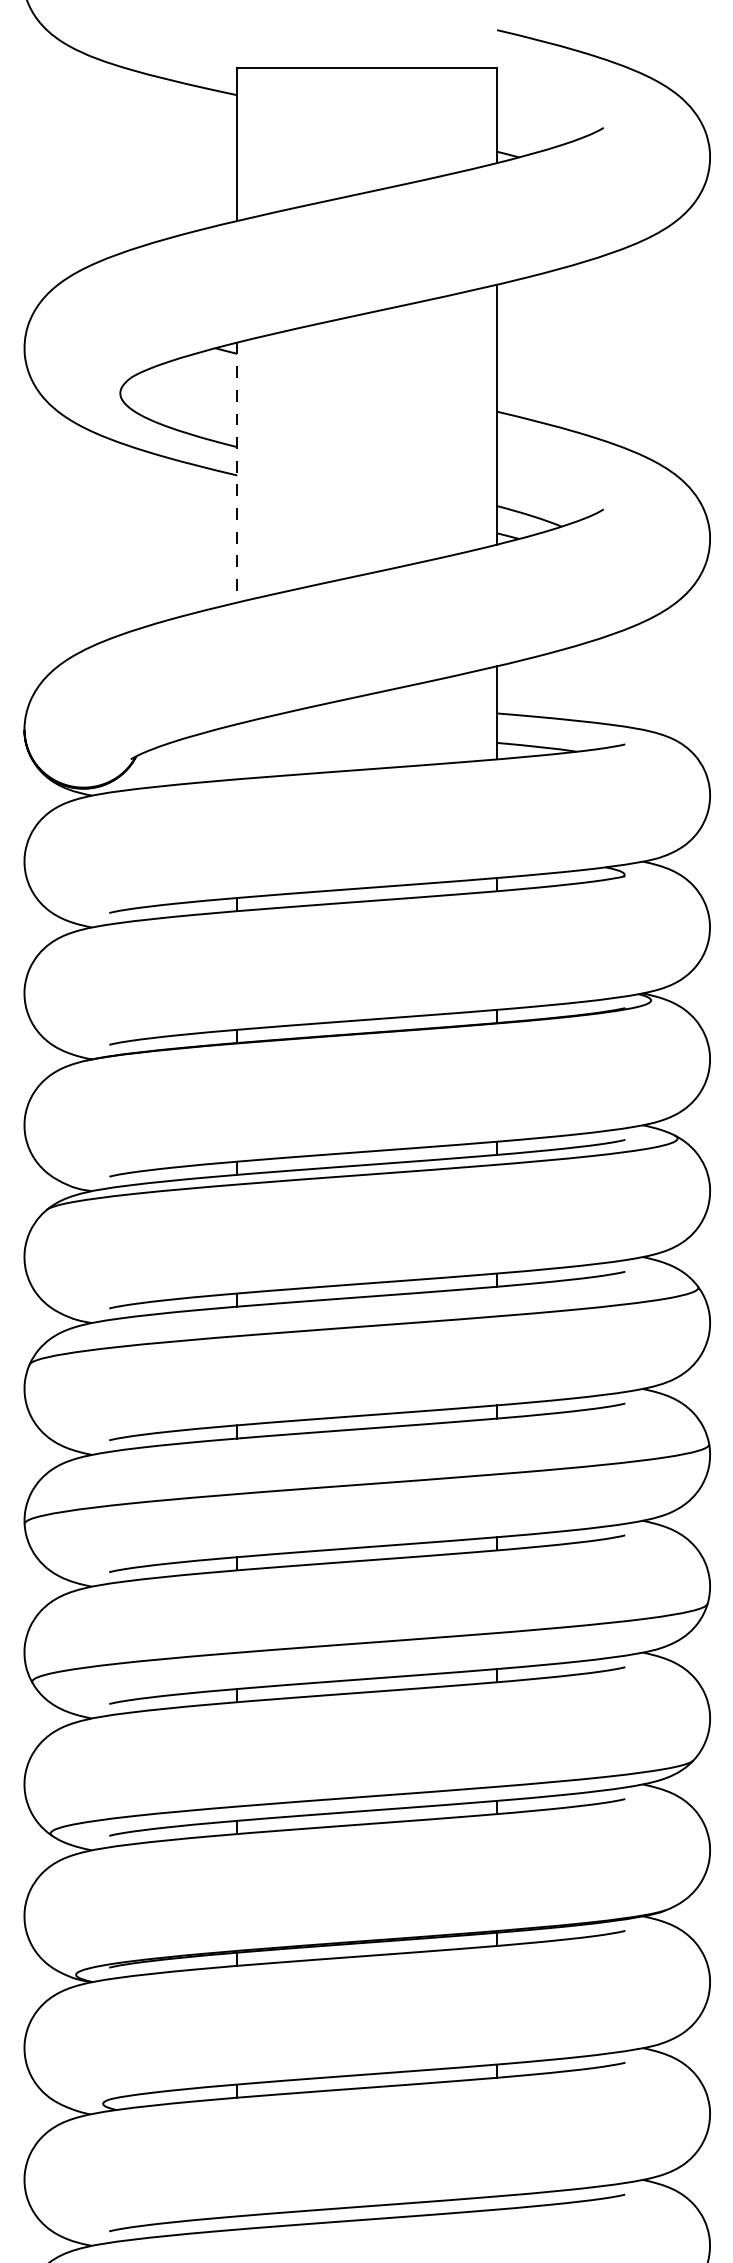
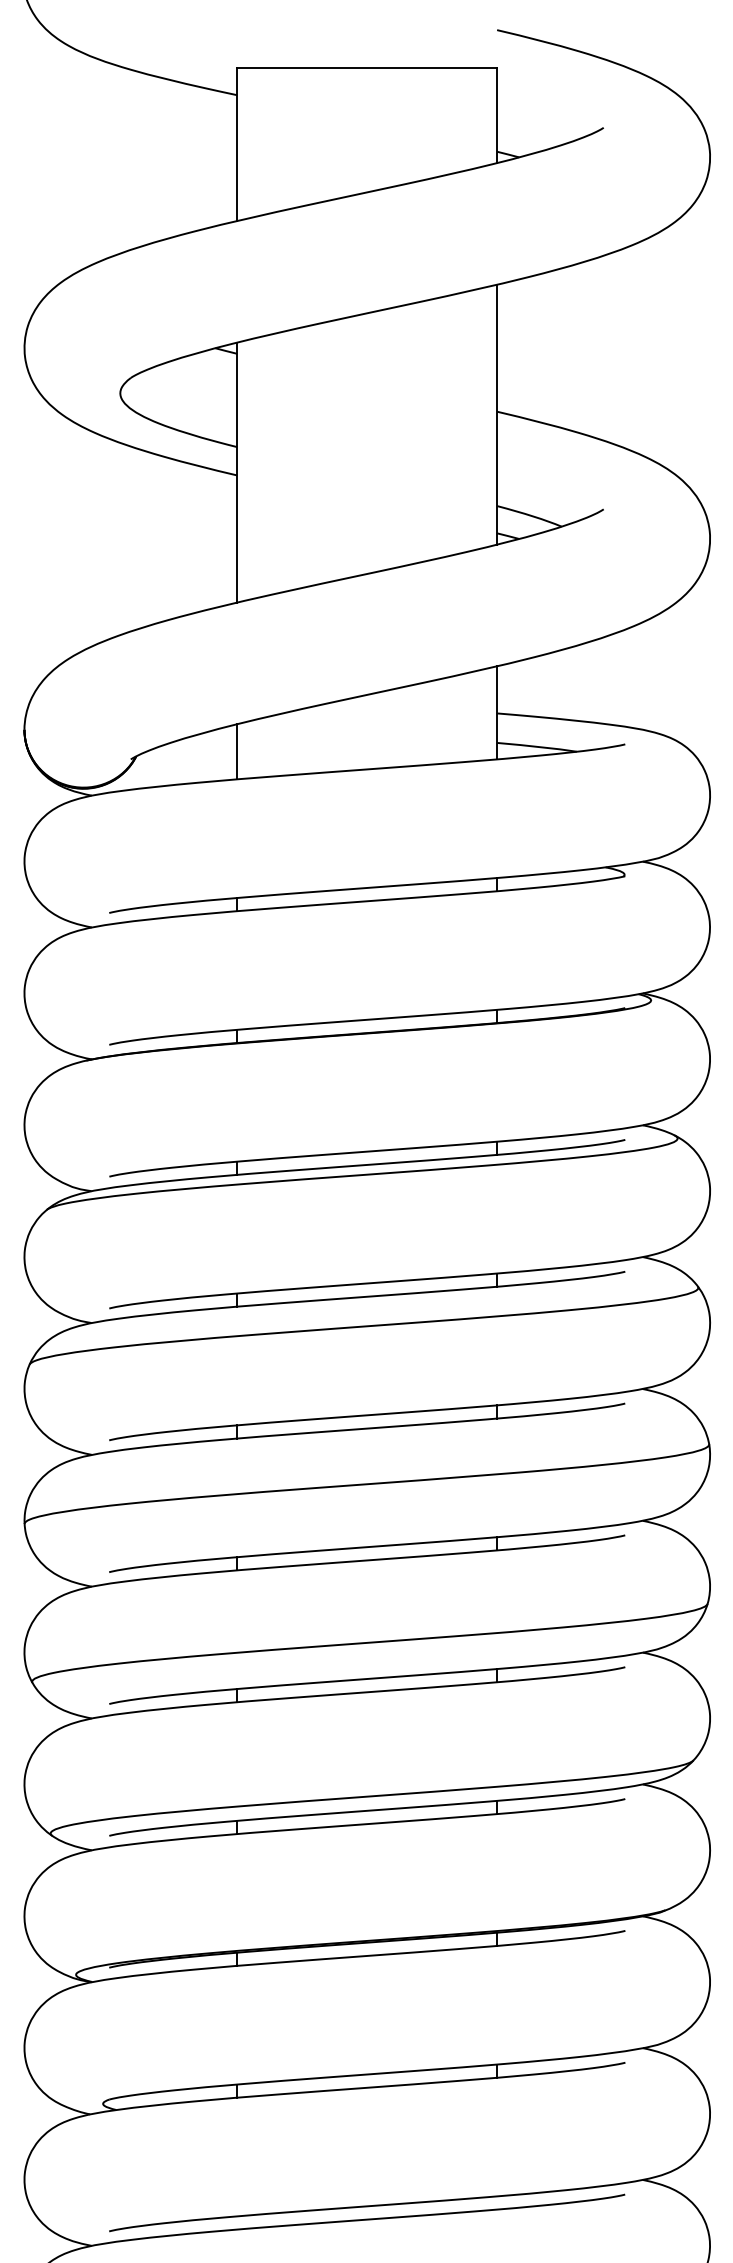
line at (237, 472): dashed -> solid
line at (237, 751): none -> present
